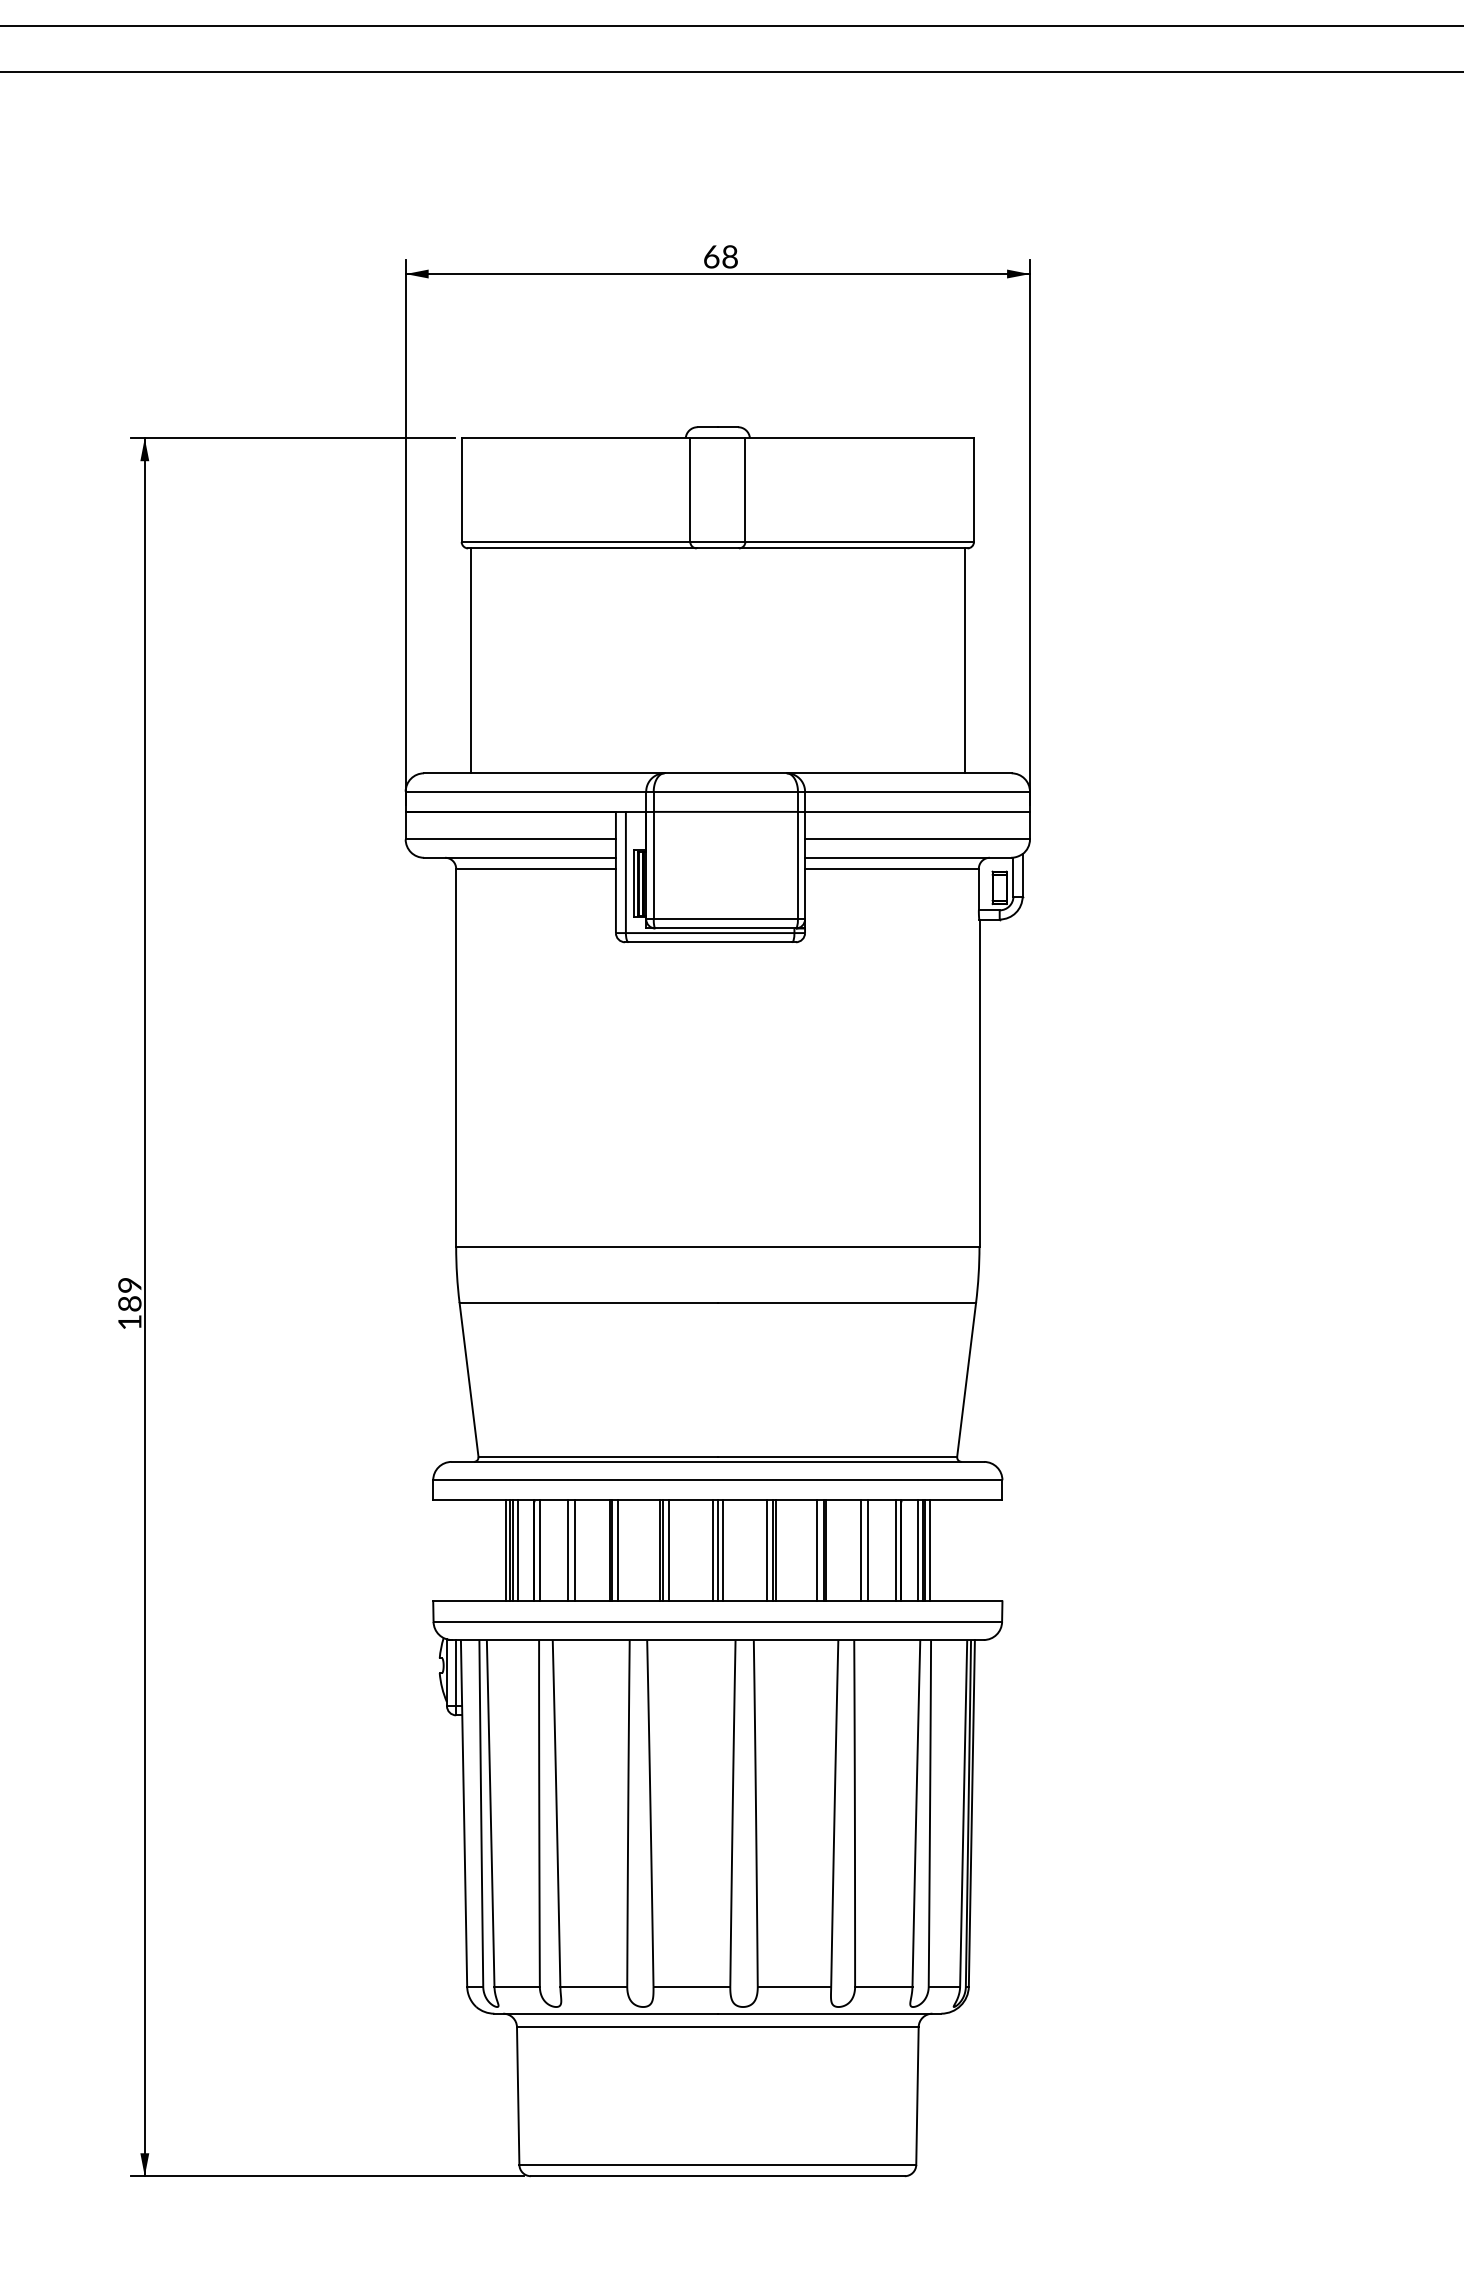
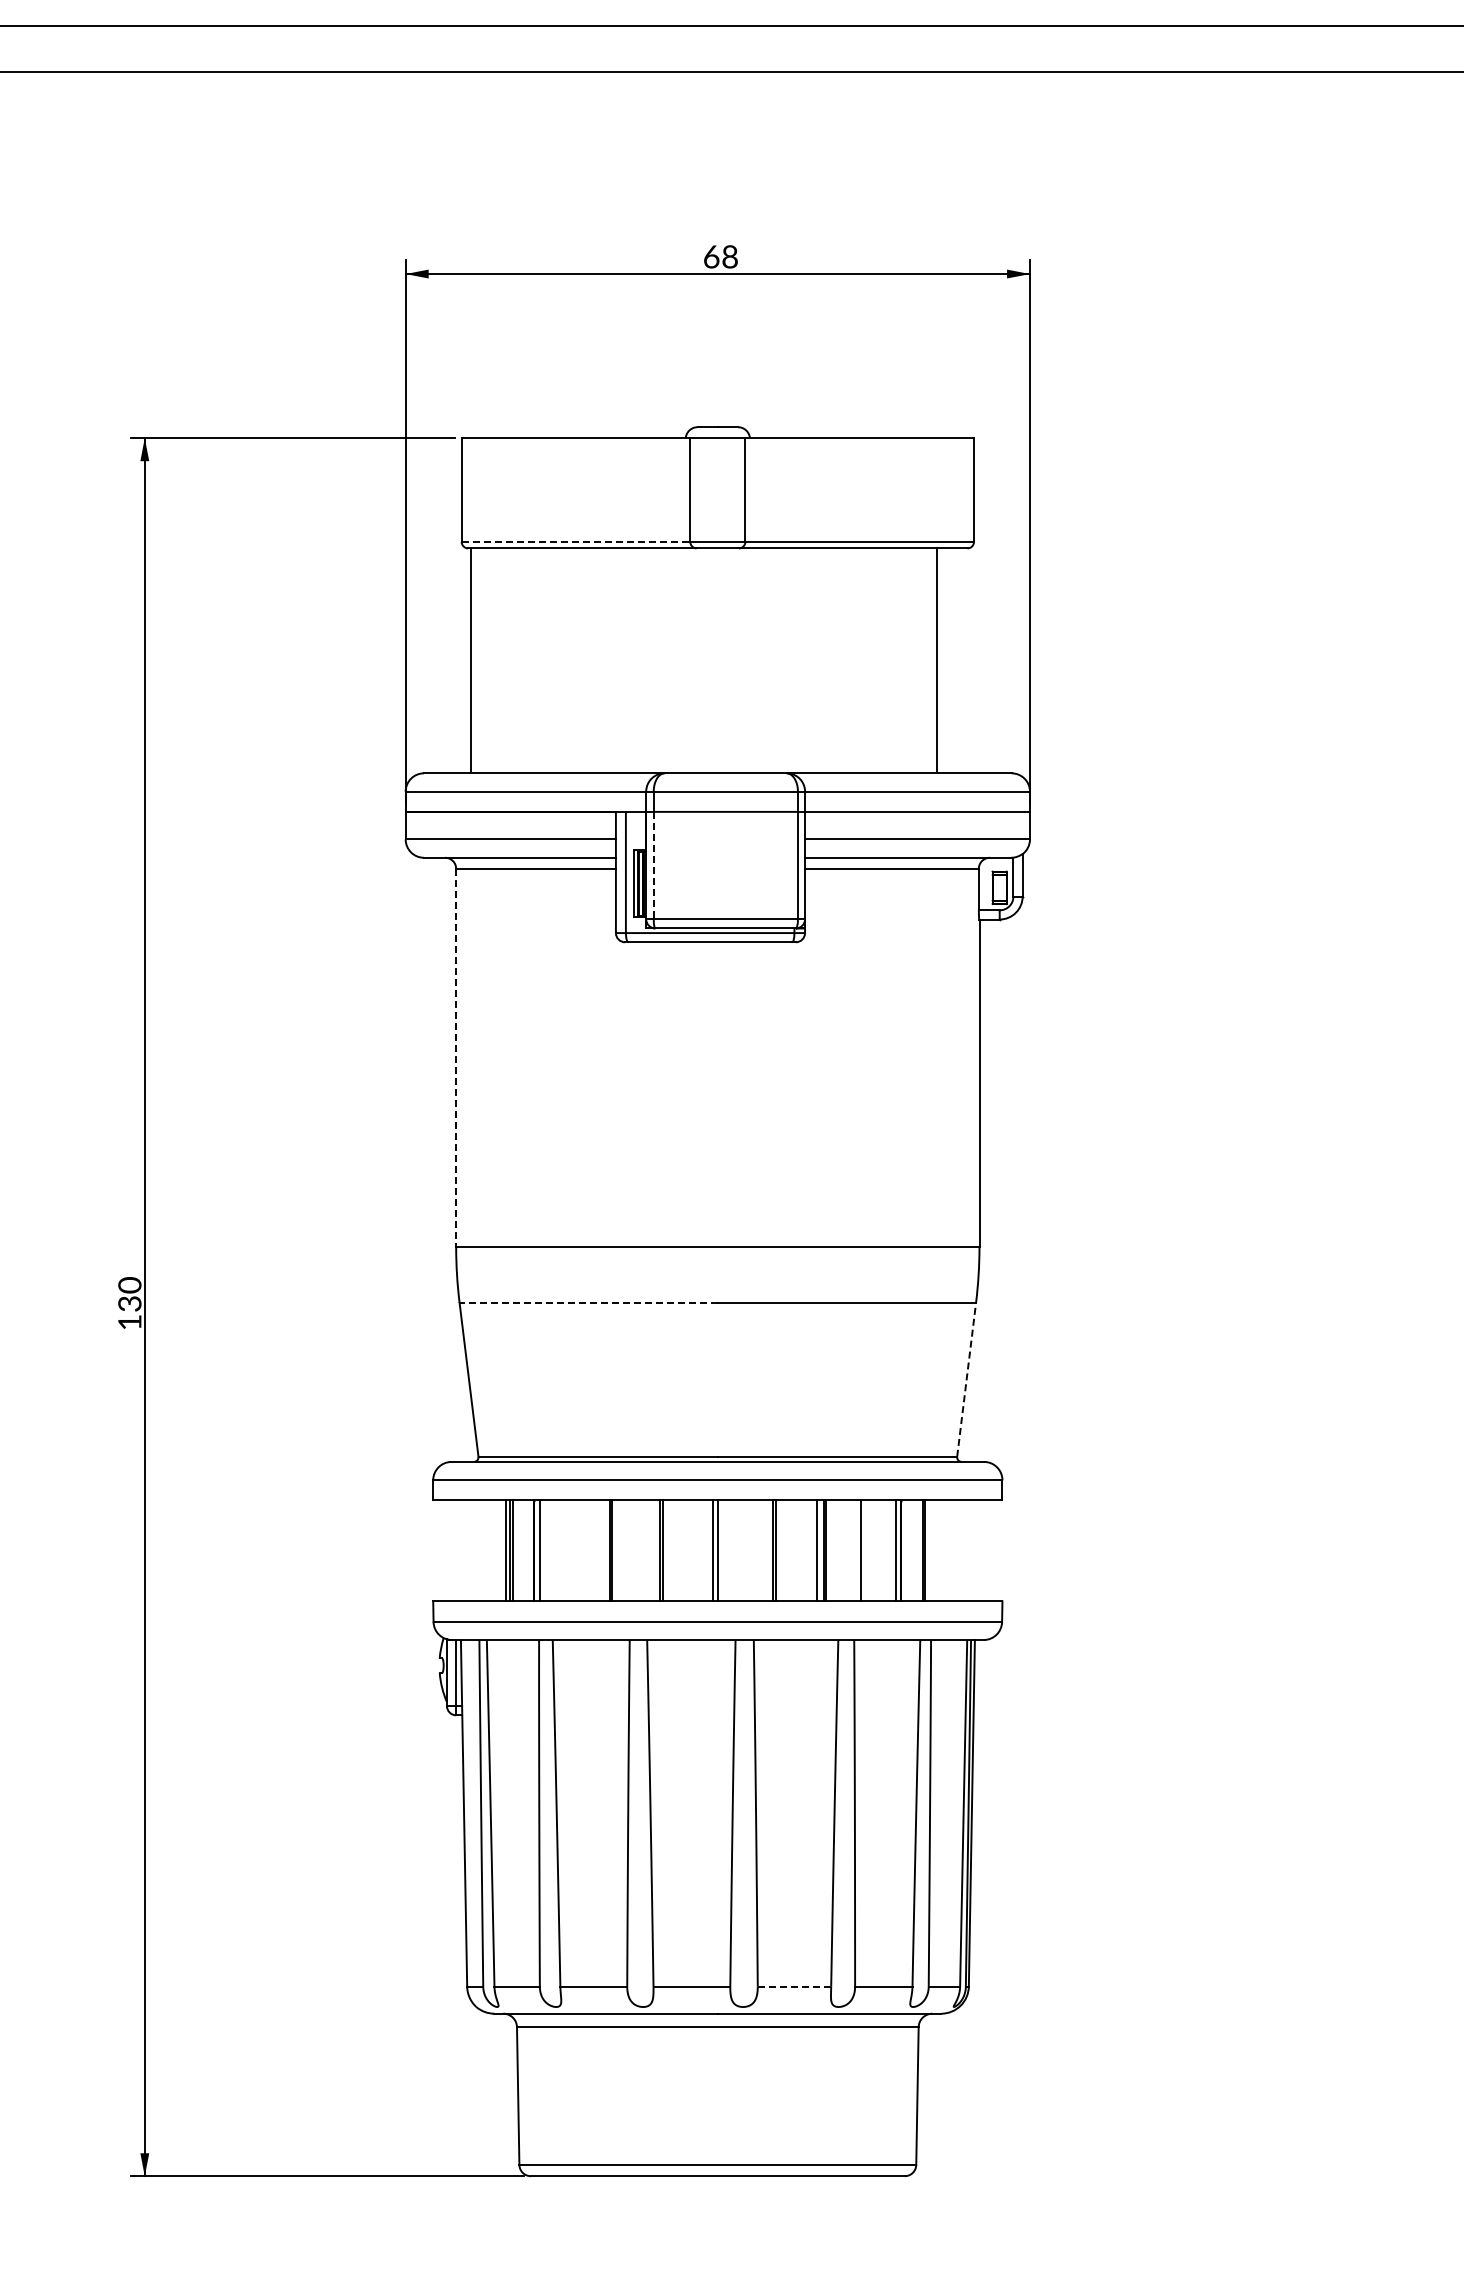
line at (576, 541): solid -> dashed
line at (964, 660) position: (964, 660) -> (936, 660)
line at (653, 865): solid -> dashed
line at (456, 1058): solid -> dashed
text at (129, 1294): 189 -> 130
line at (588, 1302): solid -> dashed
line at (966, 1379): solid -> dashed
line at (517, 1550): present -> none
line at (567, 1550): present -> none
line at (574, 1550): present -> none
line at (618, 1550): present -> none
line at (668, 1550): present -> none
line at (722, 1550): present -> none
line at (766, 1550): present -> none
line at (867, 1550): present -> none
line at (917, 1550): present -> none
line at (929, 1550): present -> none
line at (794, 1986): solid -> dashed
